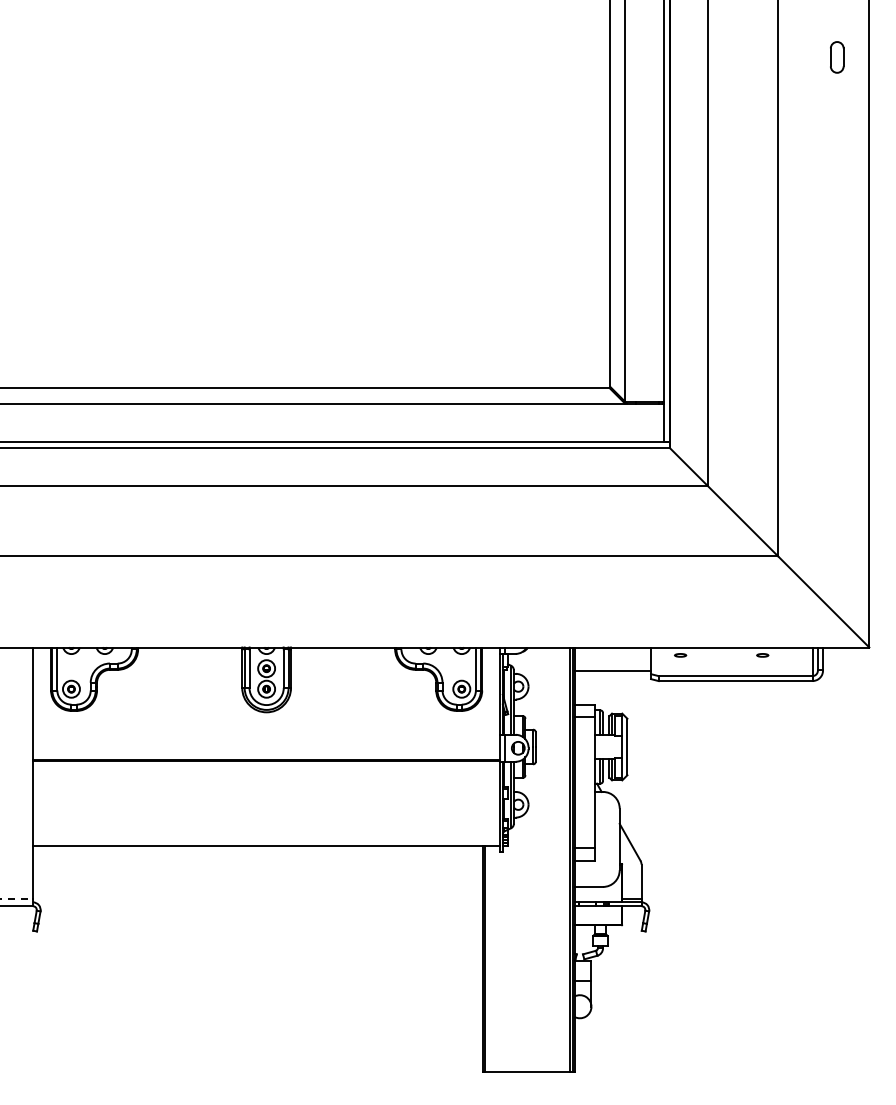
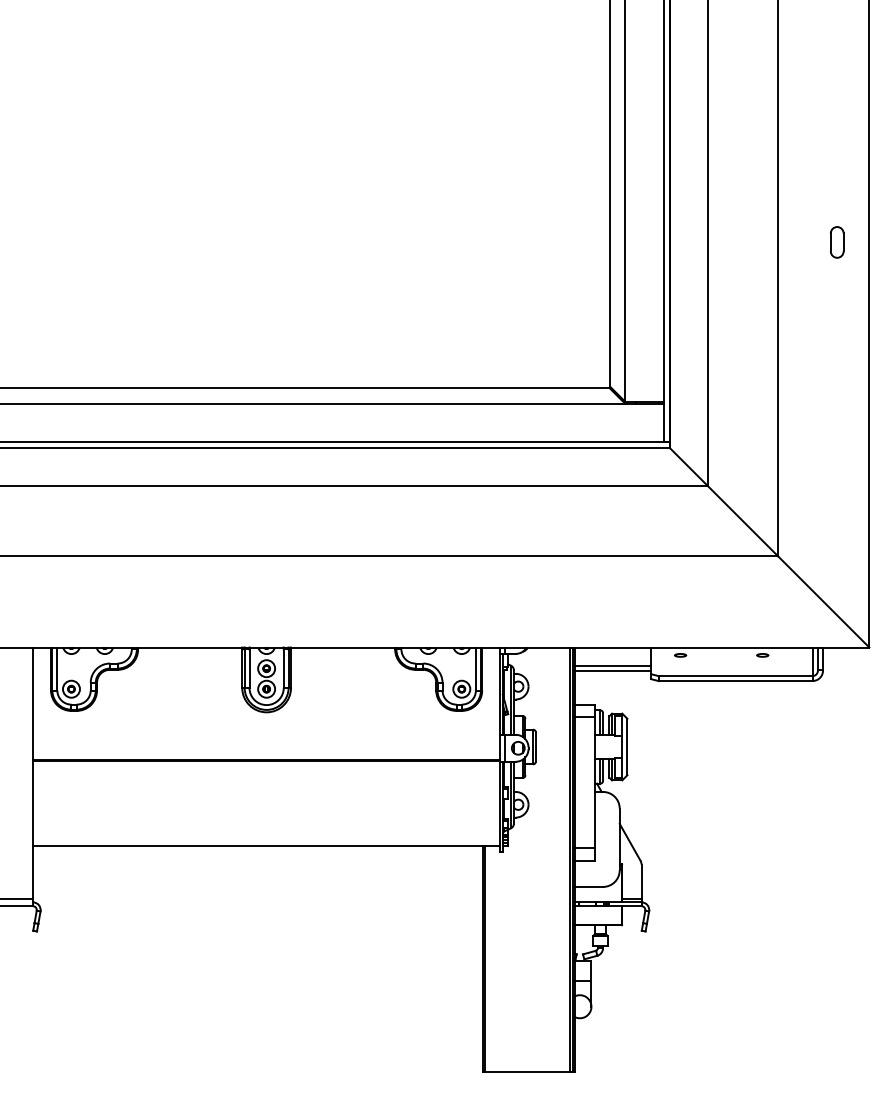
part at (837, 57) position: (837, 57) -> (837, 242)
line at (612, 665): none -> present
line at (17, 898): dashed -> solid
